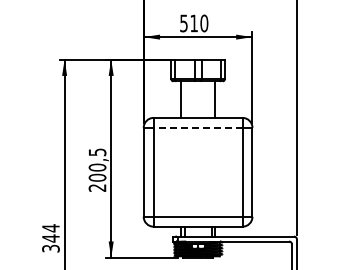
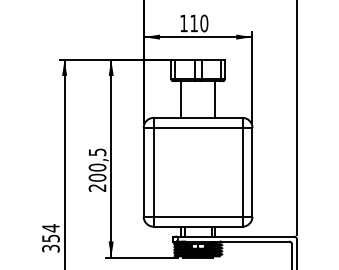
text at (183, 23): 510 -> 110
line at (197, 127): dashed -> solid
text at (50, 238): 344 -> 354
